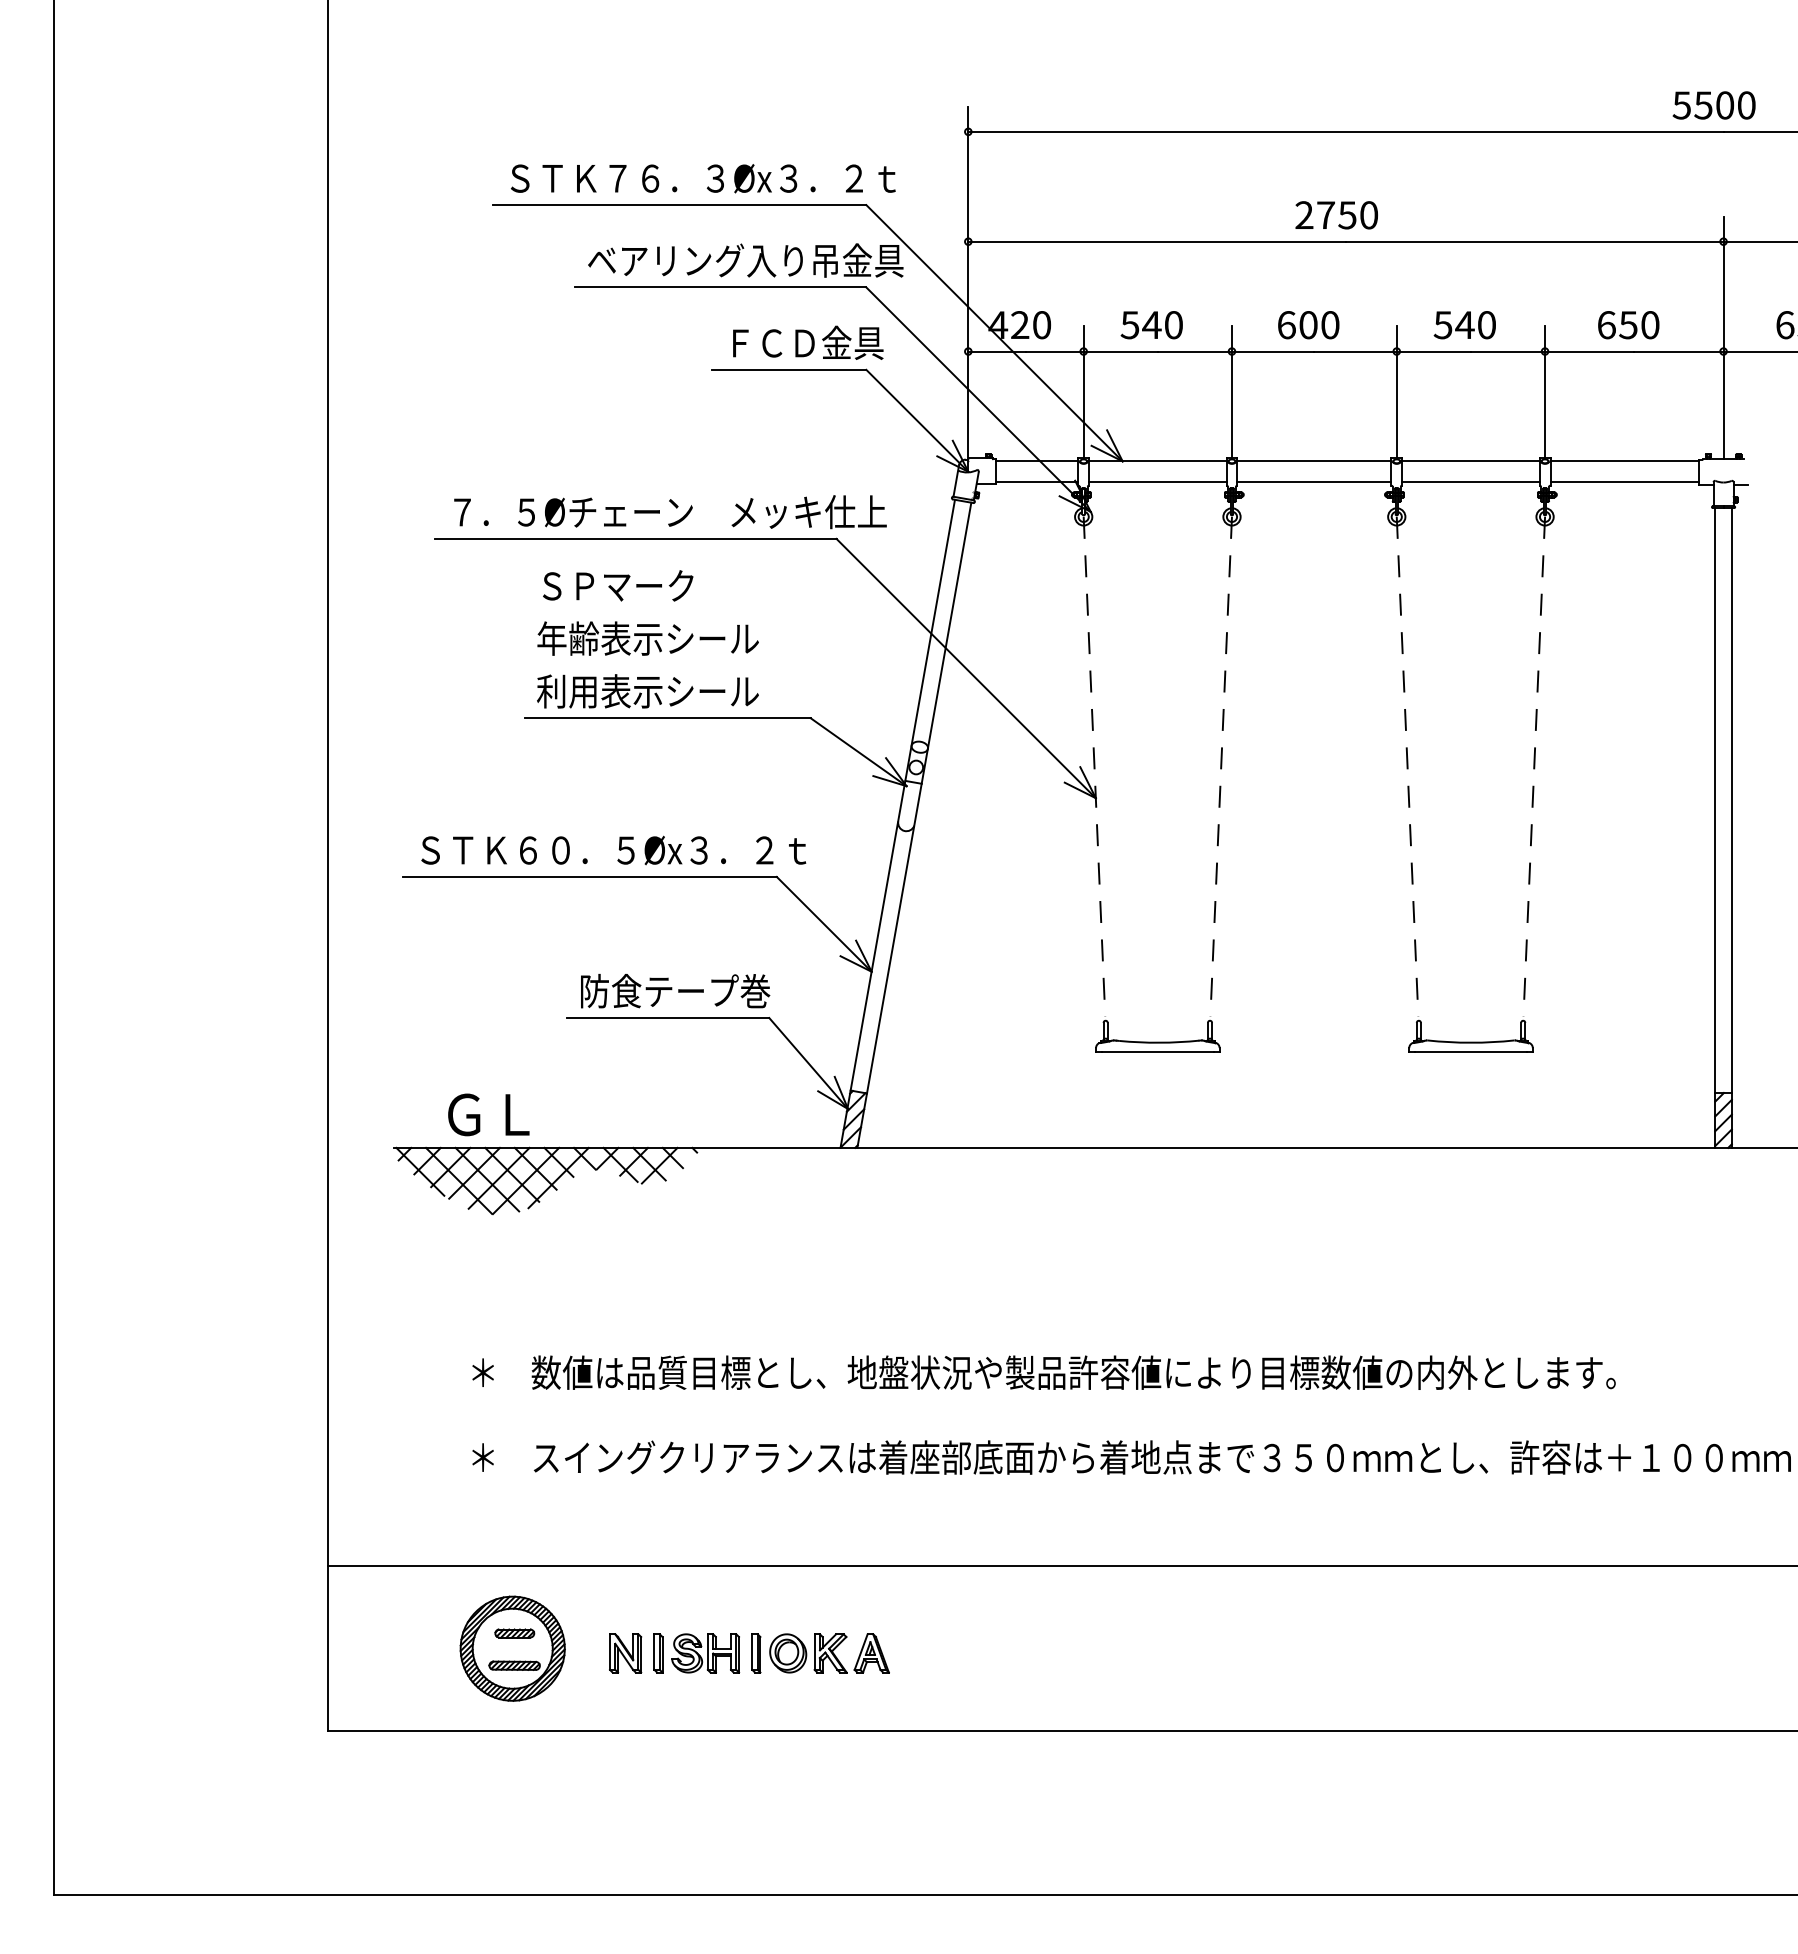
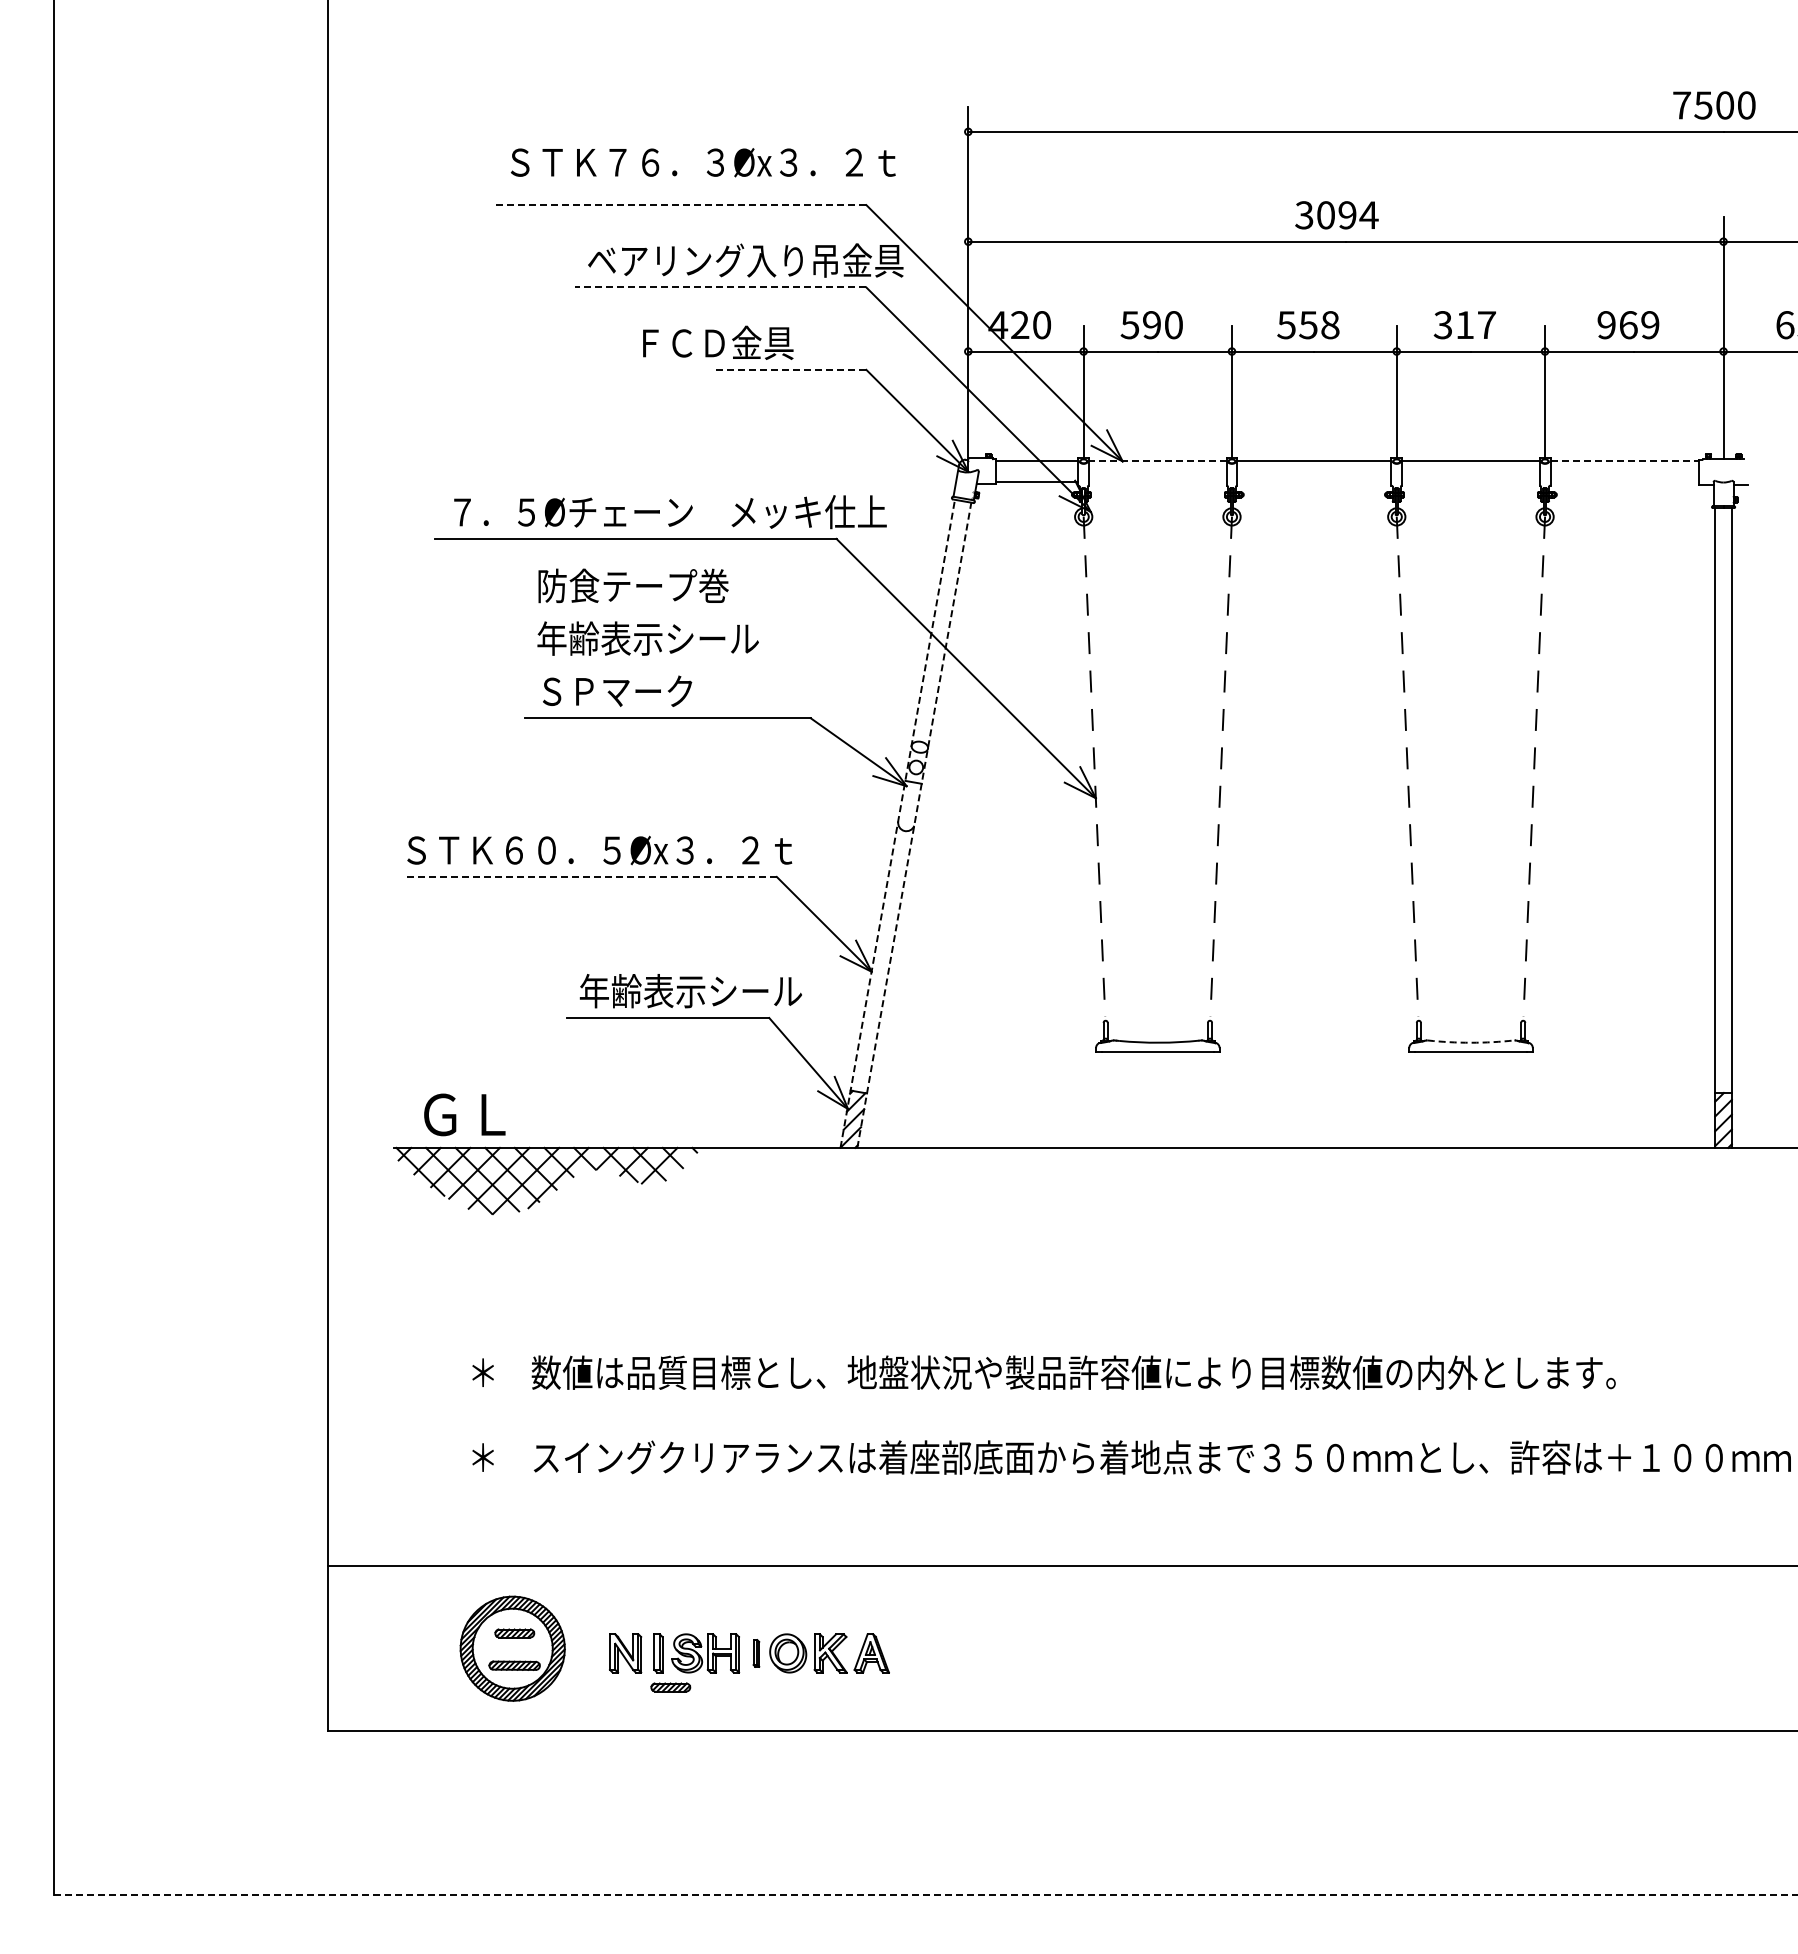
text at (1681, 105): 5500 -> 7500
text at (702, 178) position: (702, 178) -> (702, 162)
line at (679, 205): solid -> dashed
text at (1336, 215): 2750 -> 3094
line at (720, 287): solid -> dashed
text at (1151, 325): 540 -> 590
text at (1308, 325): 600 -> 558
text at (1465, 325): 540 -> 317
text at (1628, 325): 650 -> 969
text at (808, 342) position: (808, 342) -> (718, 342)
line at (789, 369): solid -> dashed
line at (1157, 461): solid -> dashed
line at (1625, 461): solid -> dashed
line at (1157, 482): present -> none
line at (1314, 482): present -> none
line at (1470, 482): present -> none
line at (1624, 482): present -> none
text at (633, 585): ＳＰマーク -> 防食テープ巻
text at (647, 691): 利用表示シール -> ＳＰマーク
line at (897, 823): solid -> dashed
line at (914, 825): solid -> dashed
text at (613, 850) position: (613, 850) -> (599, 850)
line at (590, 876): solid -> dashed
text at (690, 990): 防食テープ巻 -> 年齢表示シール
arc at (1471, 1042): solid -> dashed
text at (488, 1114) position: (488, 1114) -> (464, 1114)
part at (756, 1653) size: 11x41 px -> 9x29 px
part at (670, 1687): none -> present
line at (925, 1895): solid -> dashed
